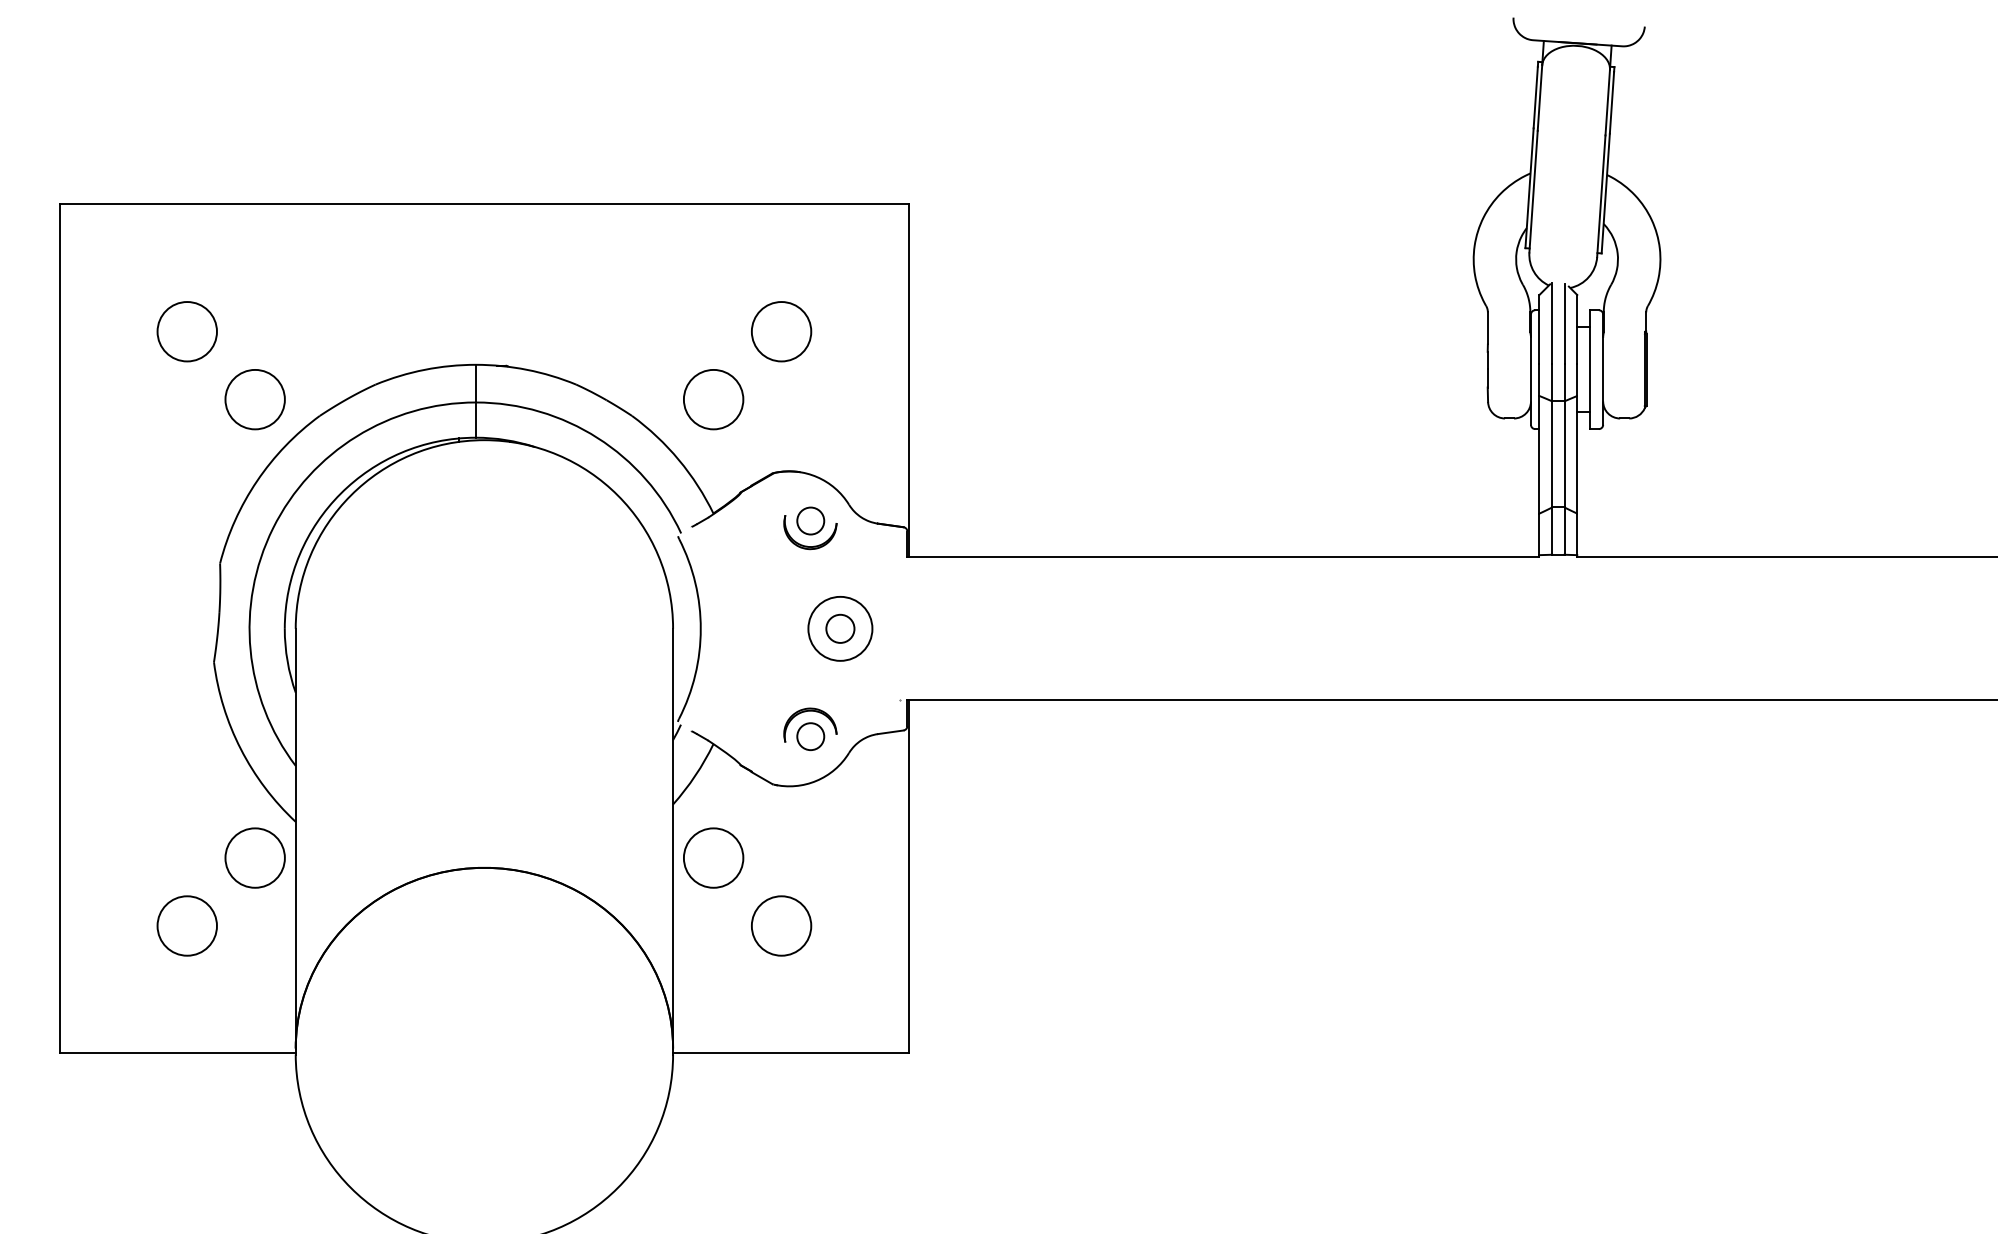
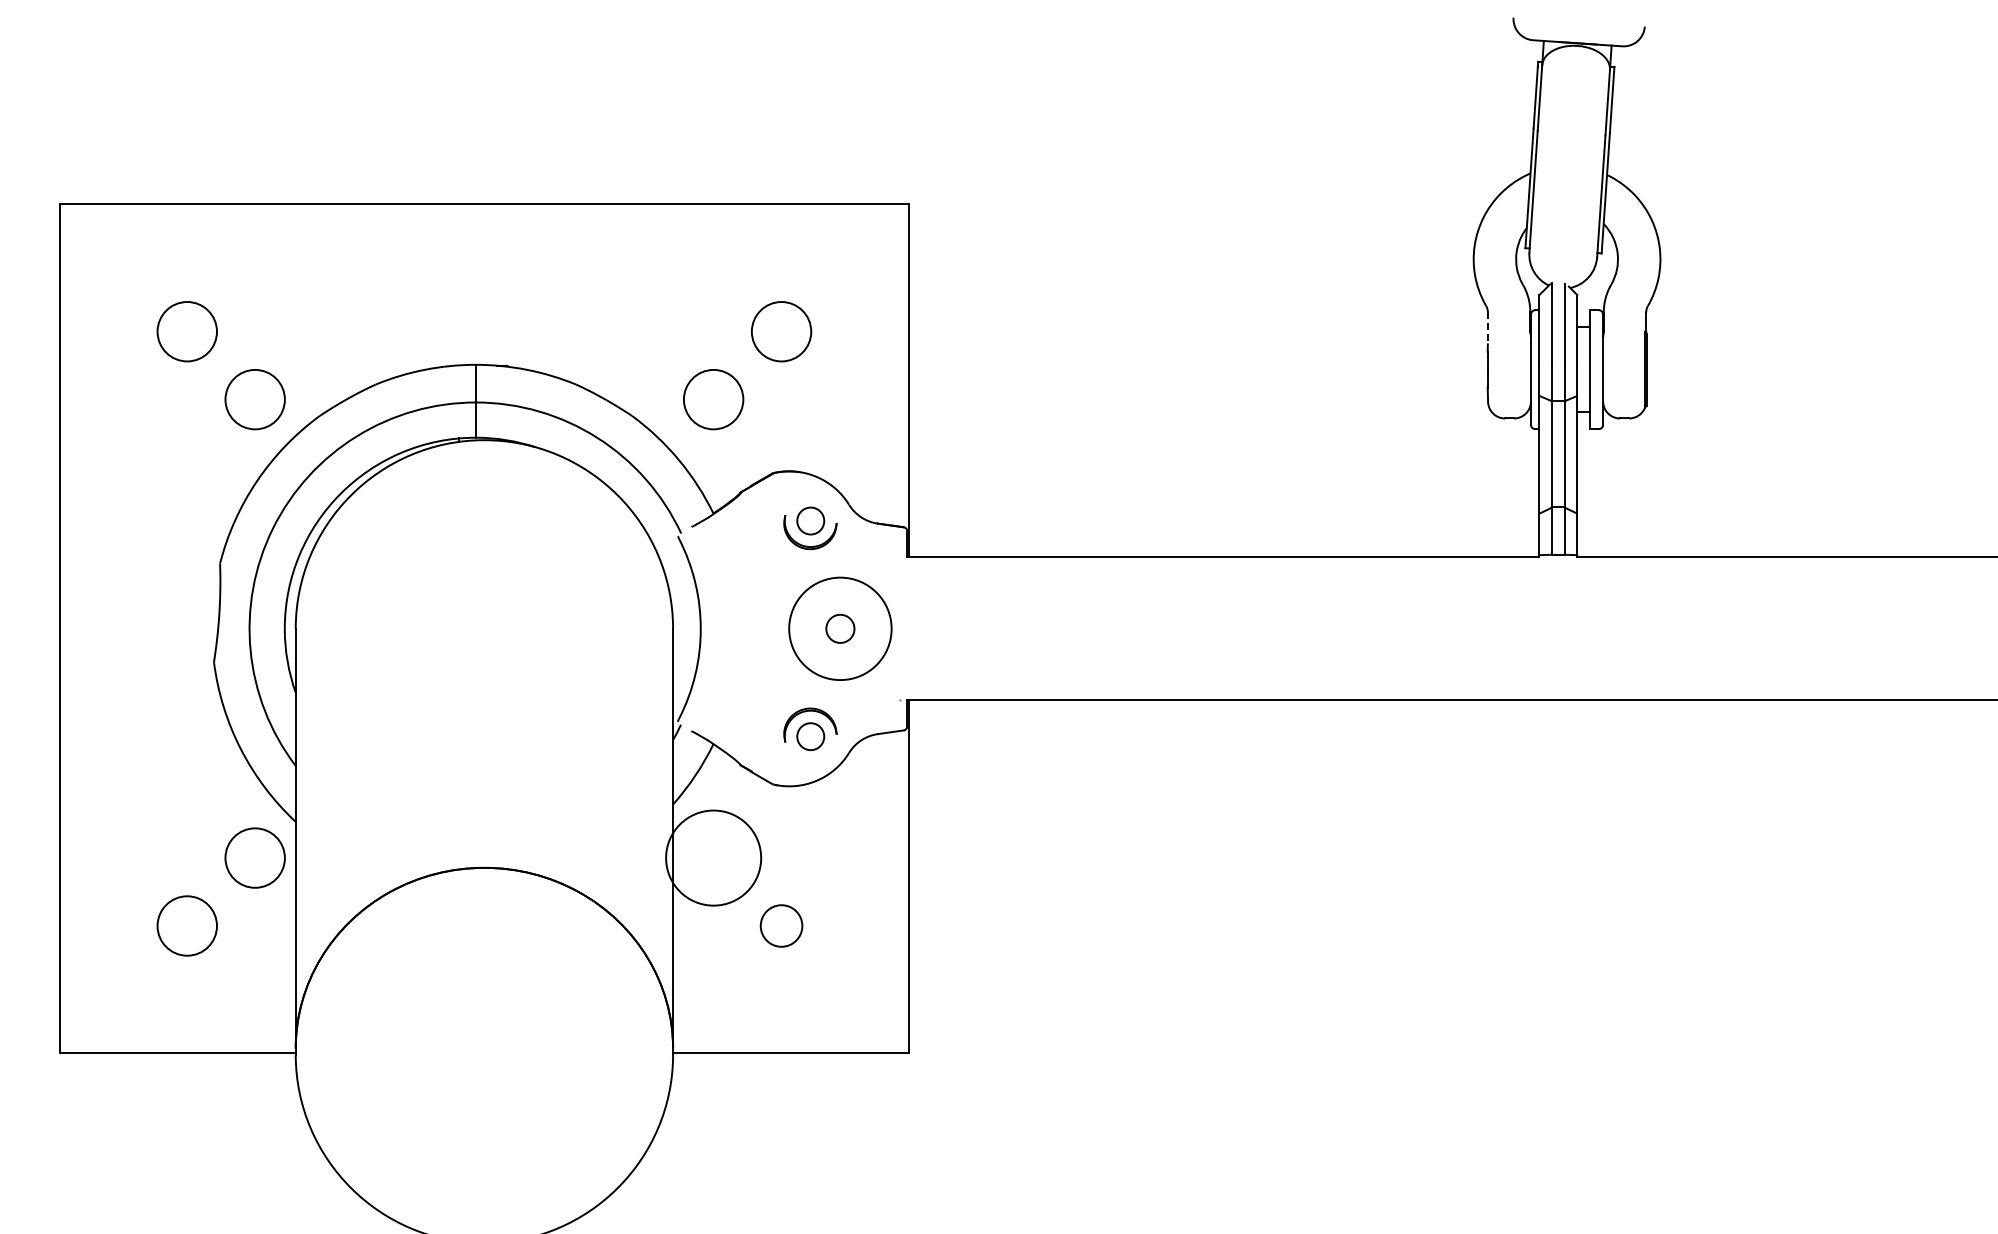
line at (1487, 328): solid -> dashed
circle at (840, 628) diameter: 64 px -> 102 px
circle at (713, 857) diameter: 59 px -> 95 px
circle at (781, 925) diameter: 59 px -> 42 px
